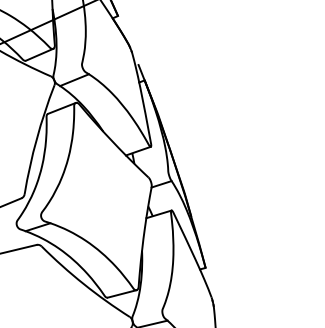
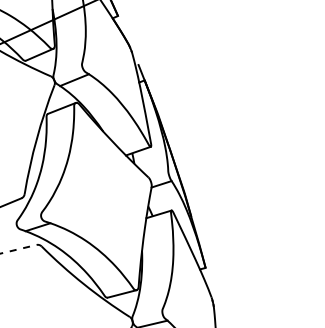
line at (18, 249): solid -> dashed
